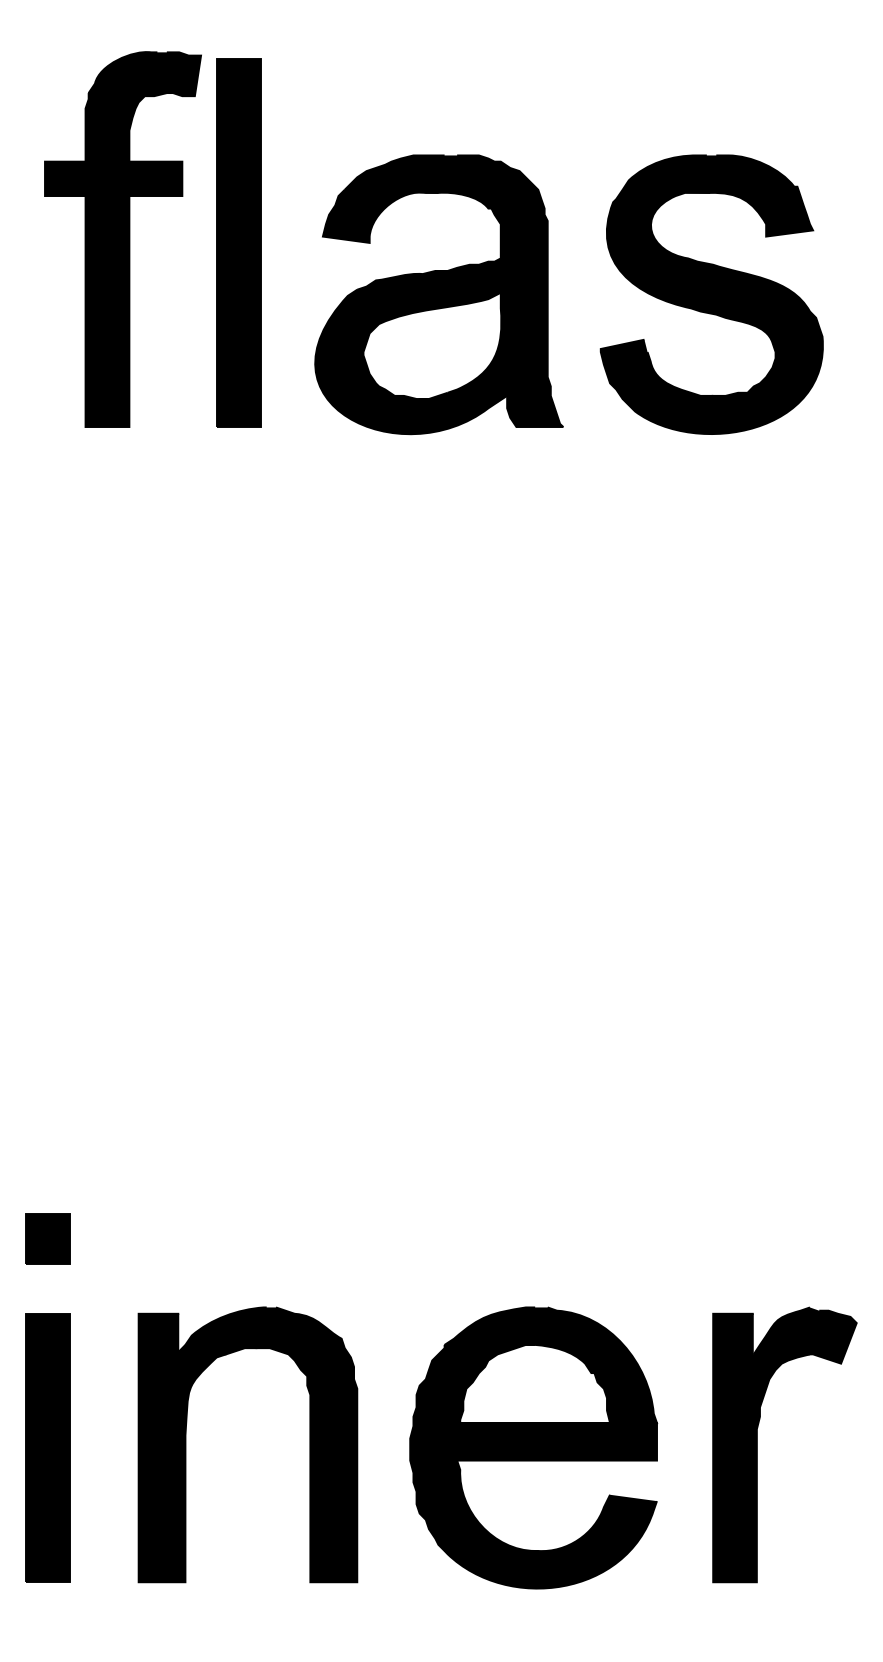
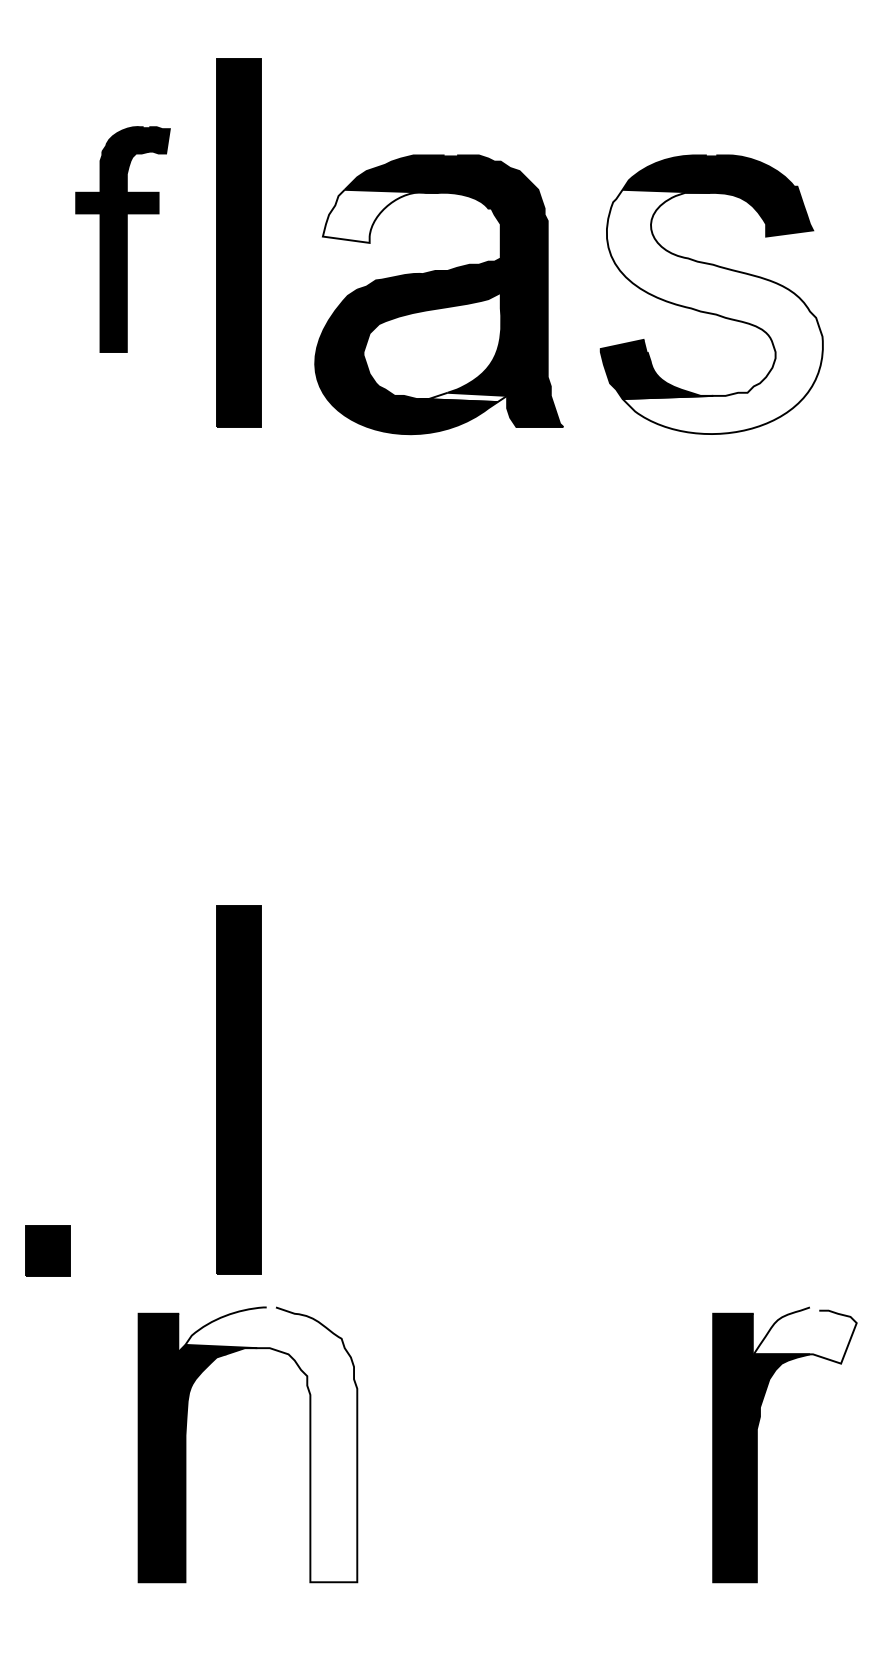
fill at (380, 215): present -> none
part at (122, 239) size: 158x377 px -> 96x227 px
fill at (714, 311): present -> none
fill at (463, 397): present -> none
part at (238, 1089): none -> present
part at (47, 1238) position: (47, 1238) -> (47, 1250)
fill at (804, 1335): present -> none
fill at (271, 1444): present -> none
part at (47, 1447): present -> none
part at (533, 1447): present -> none
